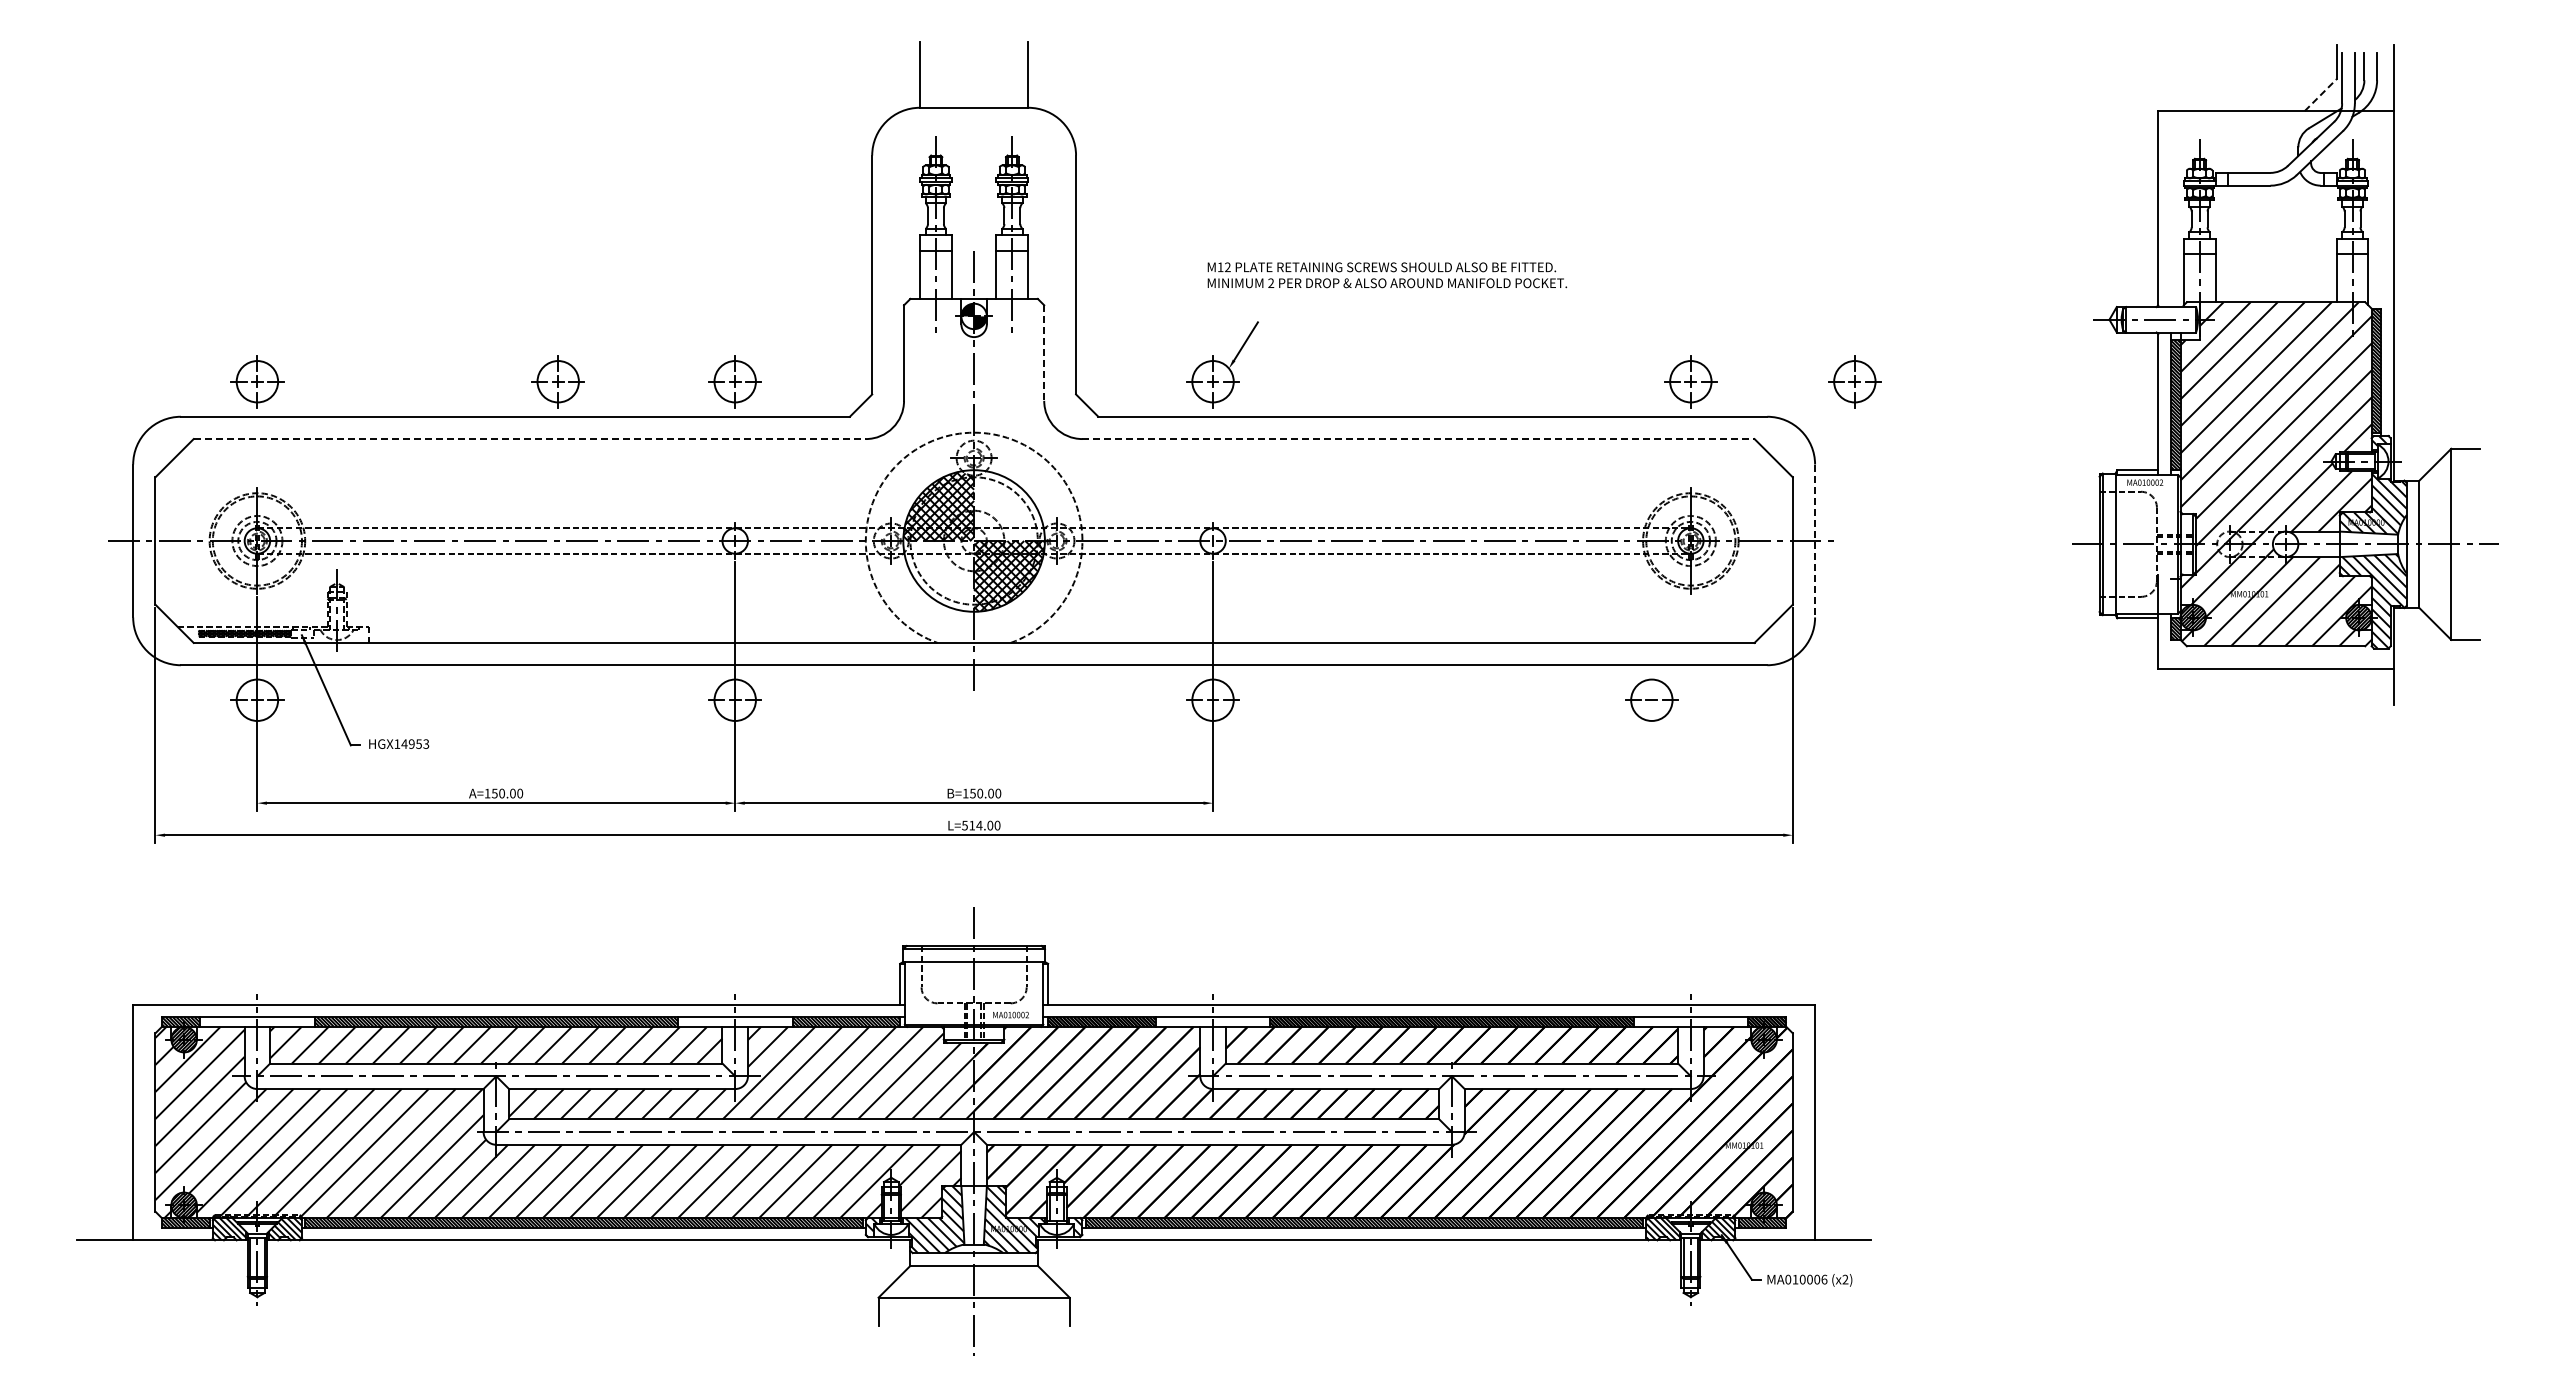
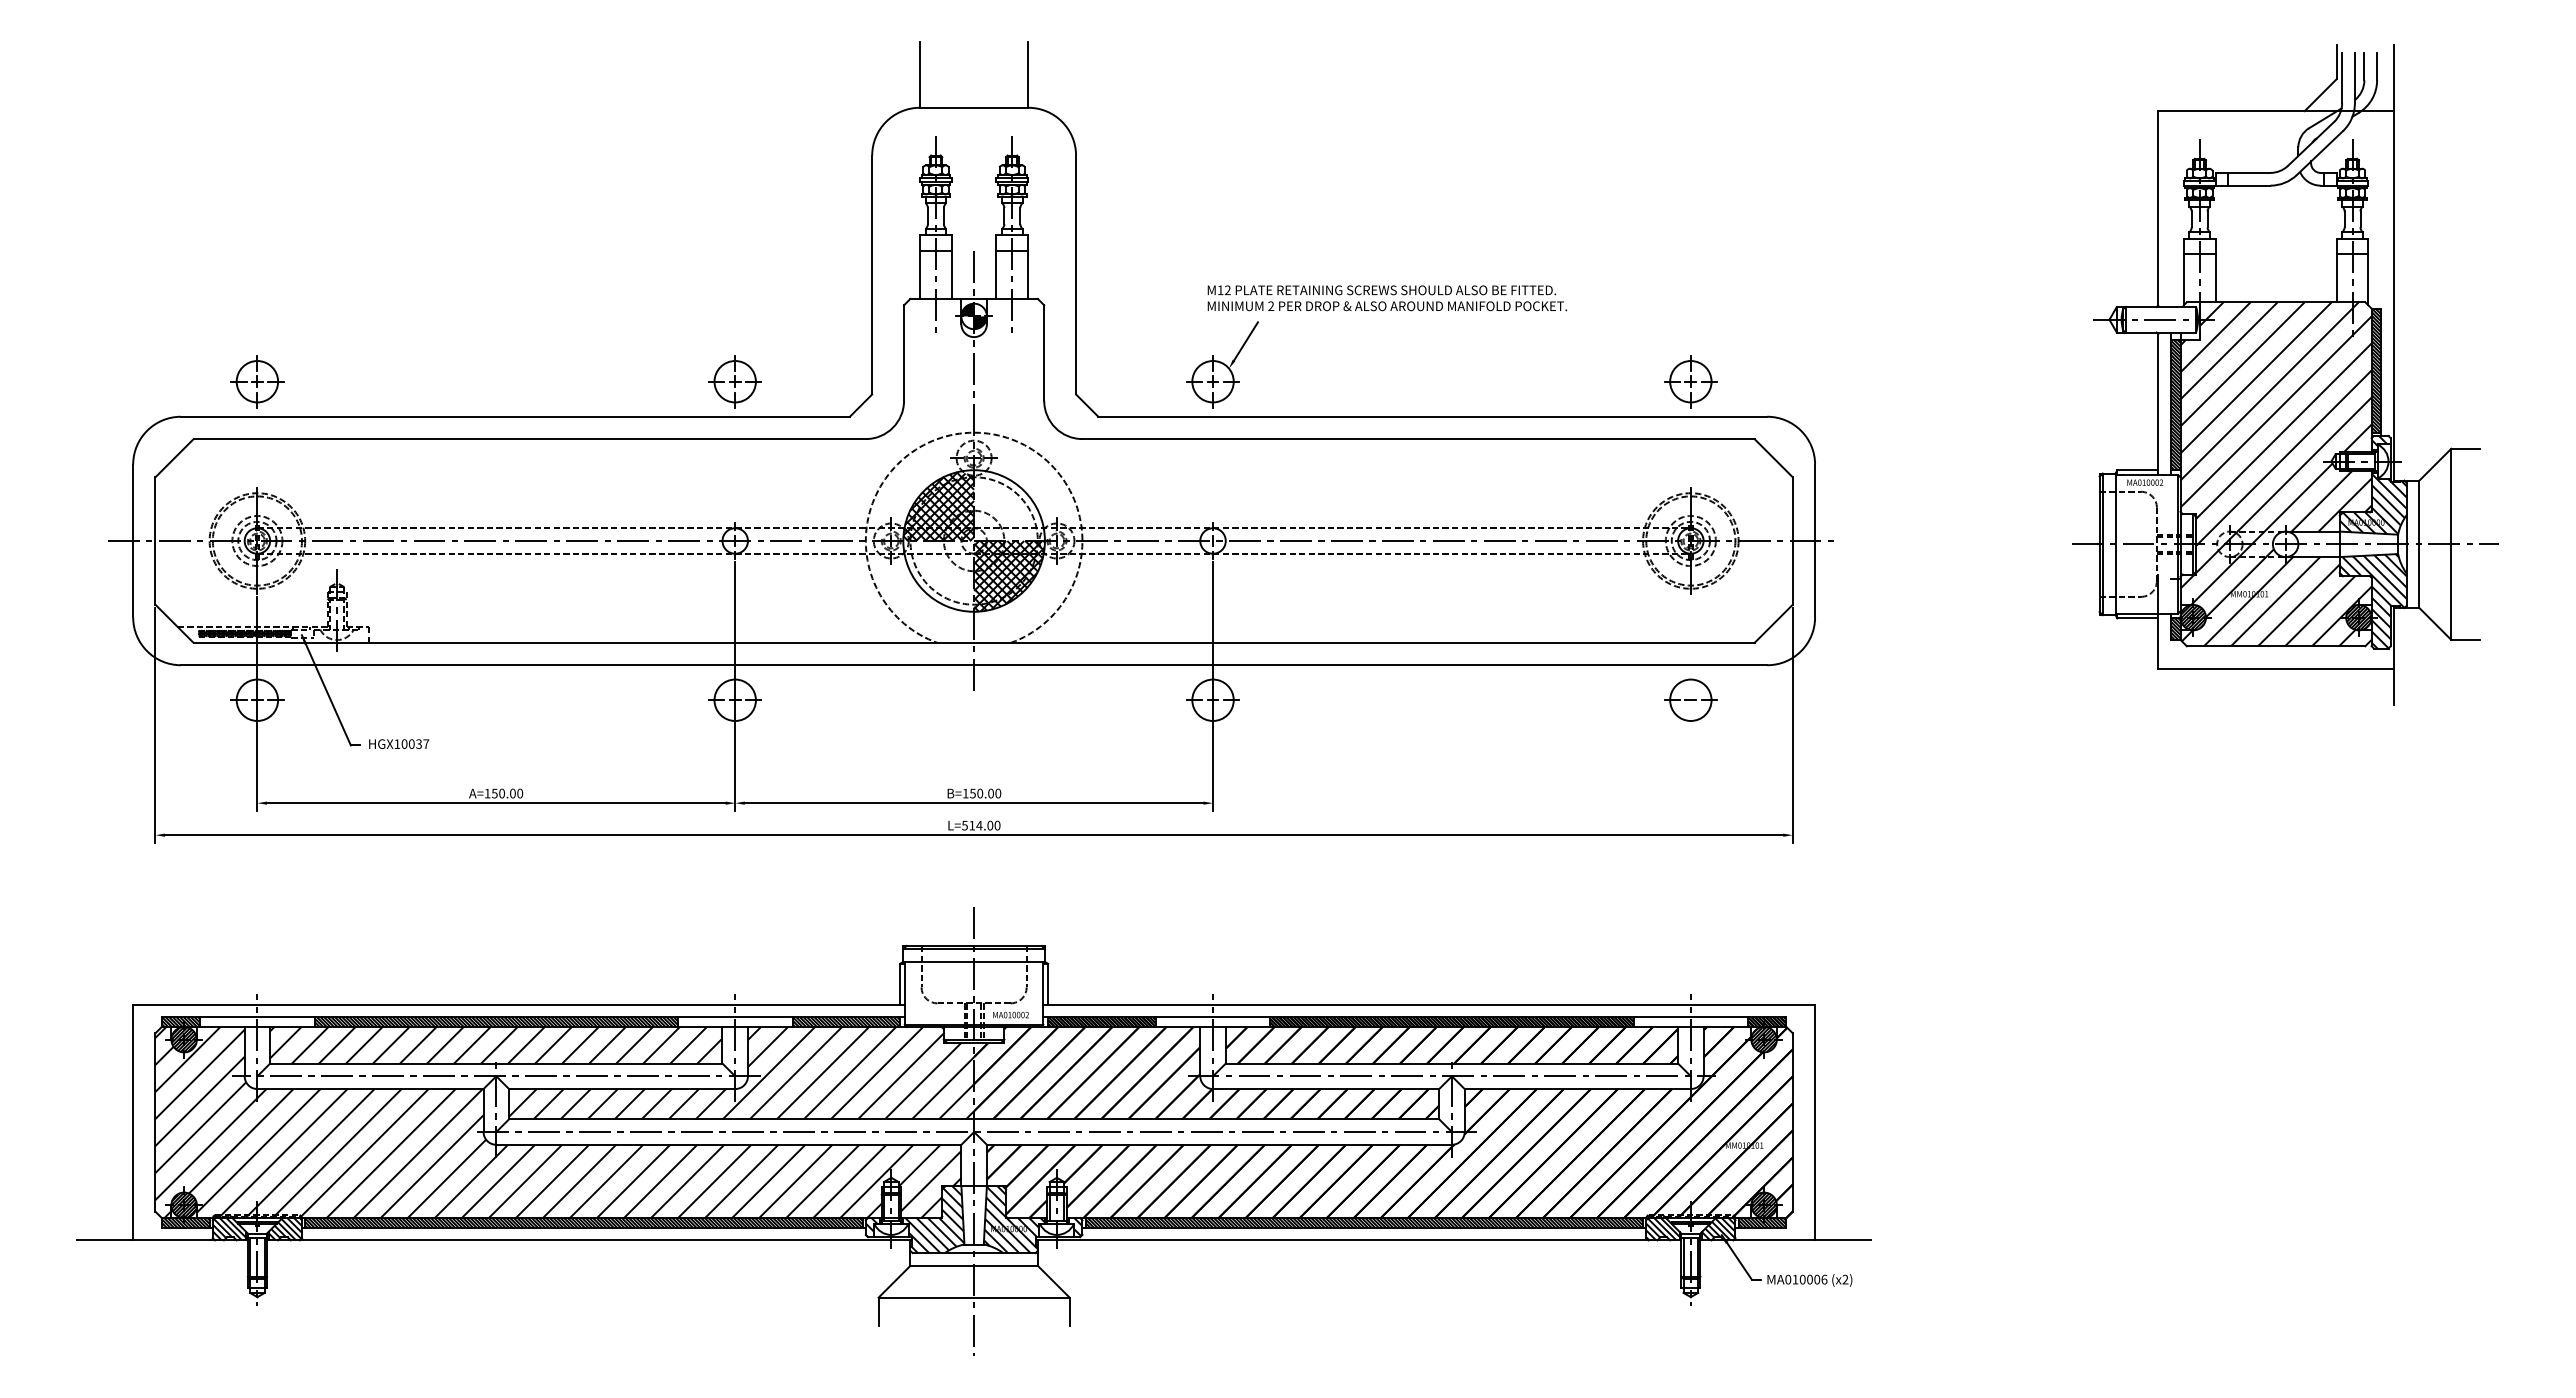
line at (2320, 95): dashed -> solid
text at (1387, 275) position: (1387, 275) -> (1387, 298)
line at (1044, 353): dashed -> solid
part at (557, 381): present -> none
part at (1854, 381): present -> none
line at (530, 439): dashed -> solid
line at (1419, 439): dashed -> solid
line at (1815, 541): dashed -> solid
part at (1651, 699) position: (1651, 699) -> (1690, 699)
text at (415, 743): HGX14953 -> HGX10037
